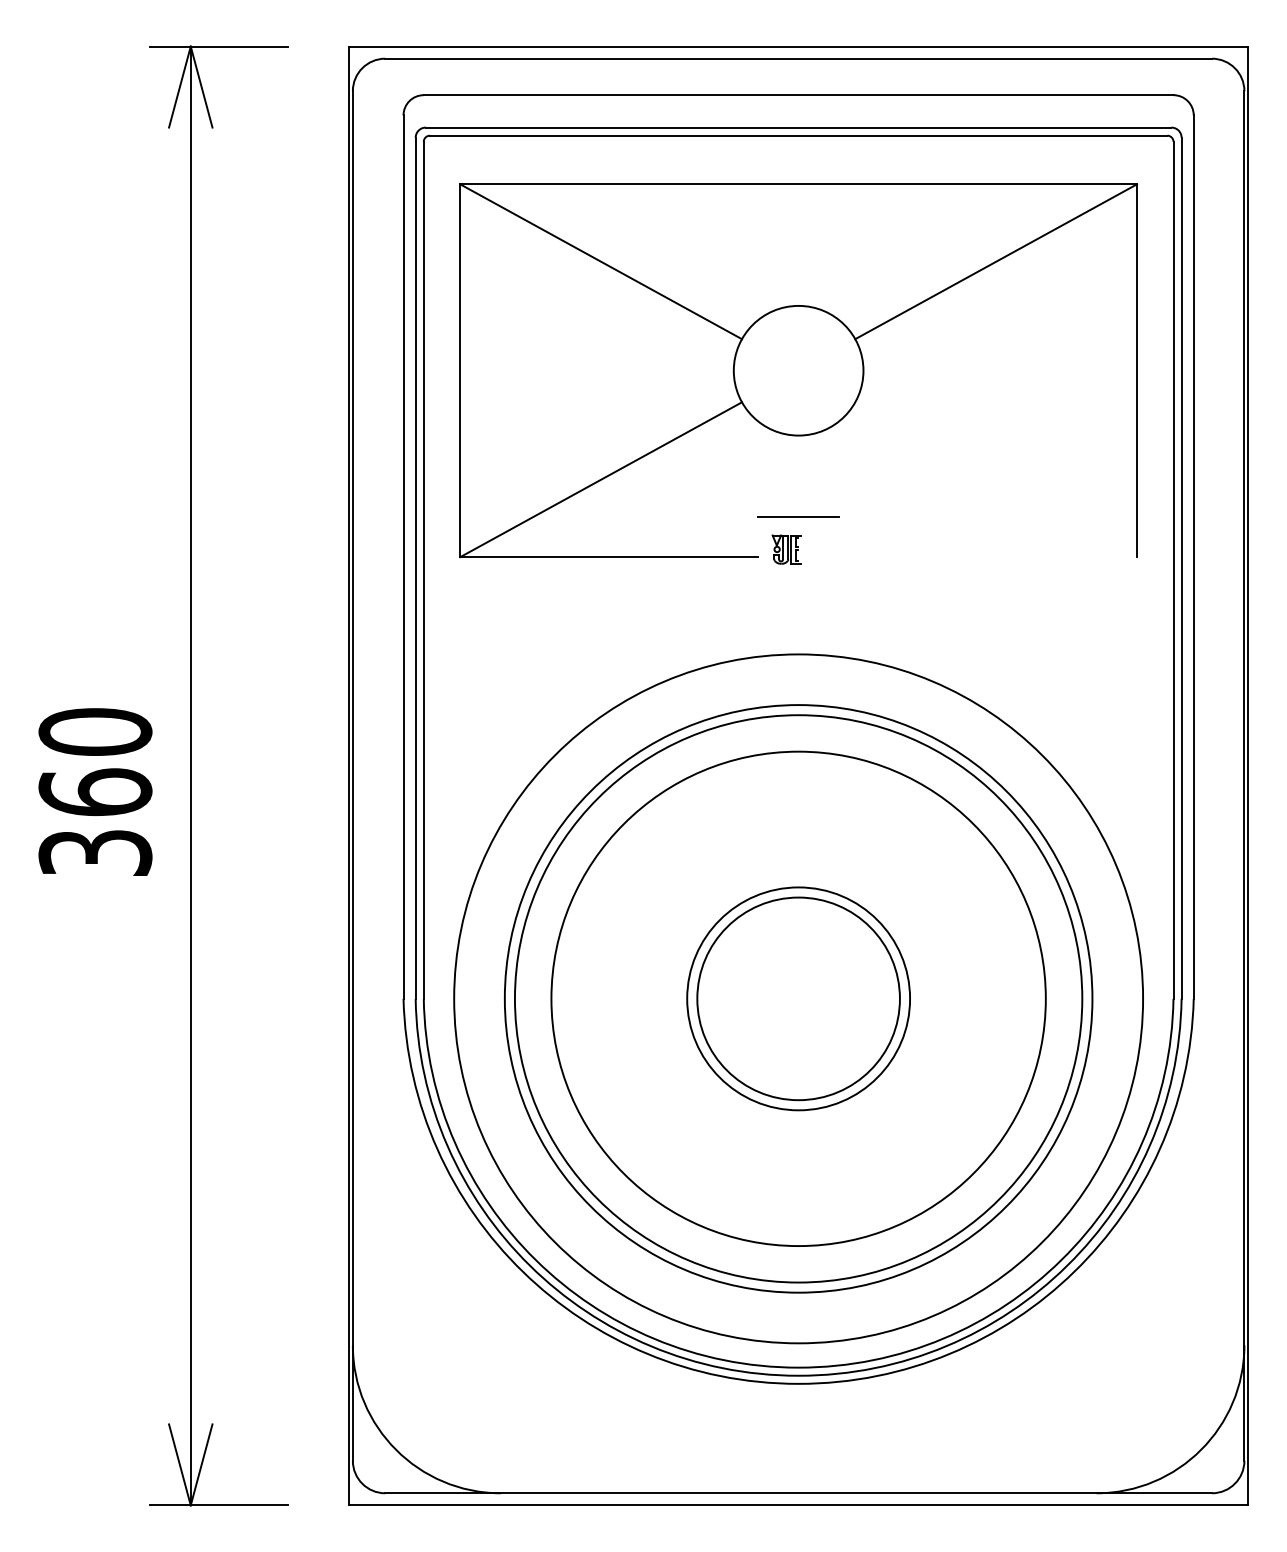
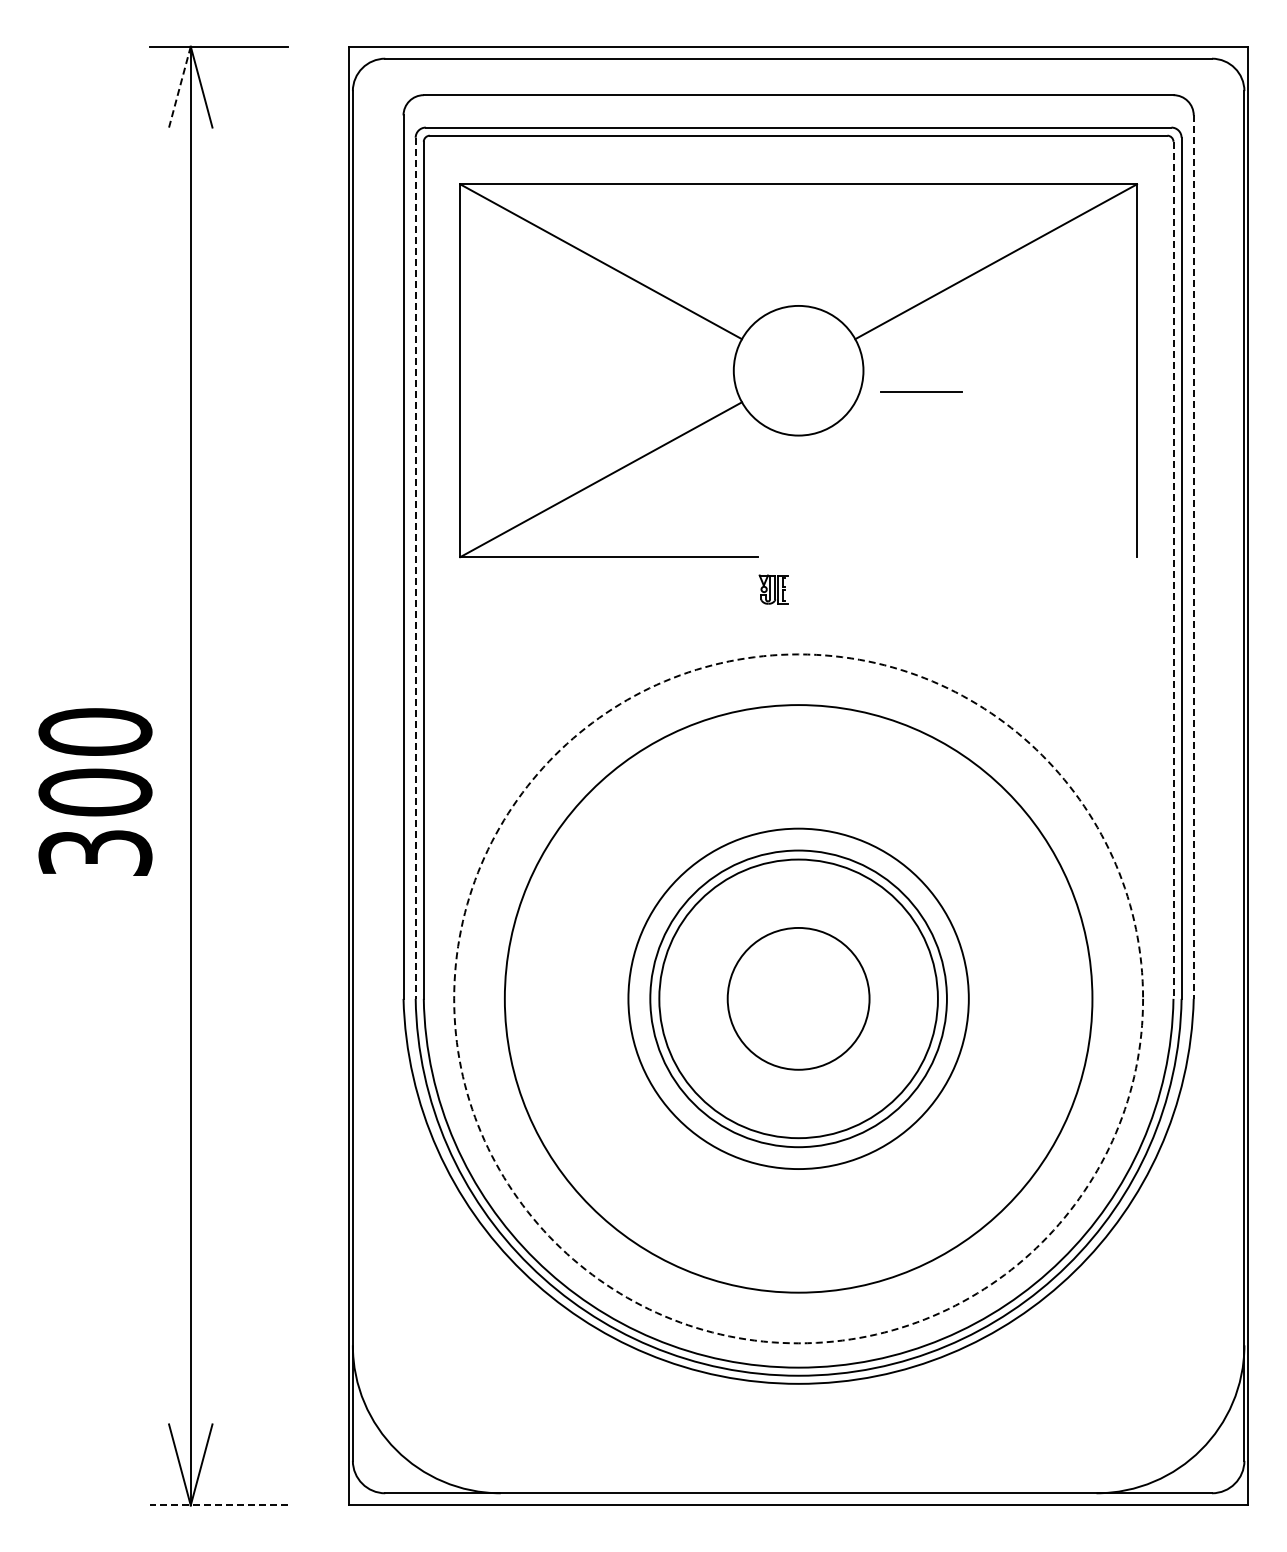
line at (179, 87): solid -> dashed
line at (798, 516) position: (798, 516) -> (921, 391)
part at (786, 549) position: (786, 549) -> (773, 589)
line at (1193, 557): solid -> dashed
line at (415, 568): solid -> dashed
line at (1173, 570): solid -> dashed
text at (95, 792): 360 -> 300
circle at (798, 998) diameter: 203 px -> 142 px
circle at (798, 998) diameter: 223 px -> 279 px
circle at (798, 998) diameter: 494 px -> 297 px
circle at (798, 998) diameter: 567 px -> 340 px
circle at (798, 998): solid -> dashed
line at (219, 1505): solid -> dashed
